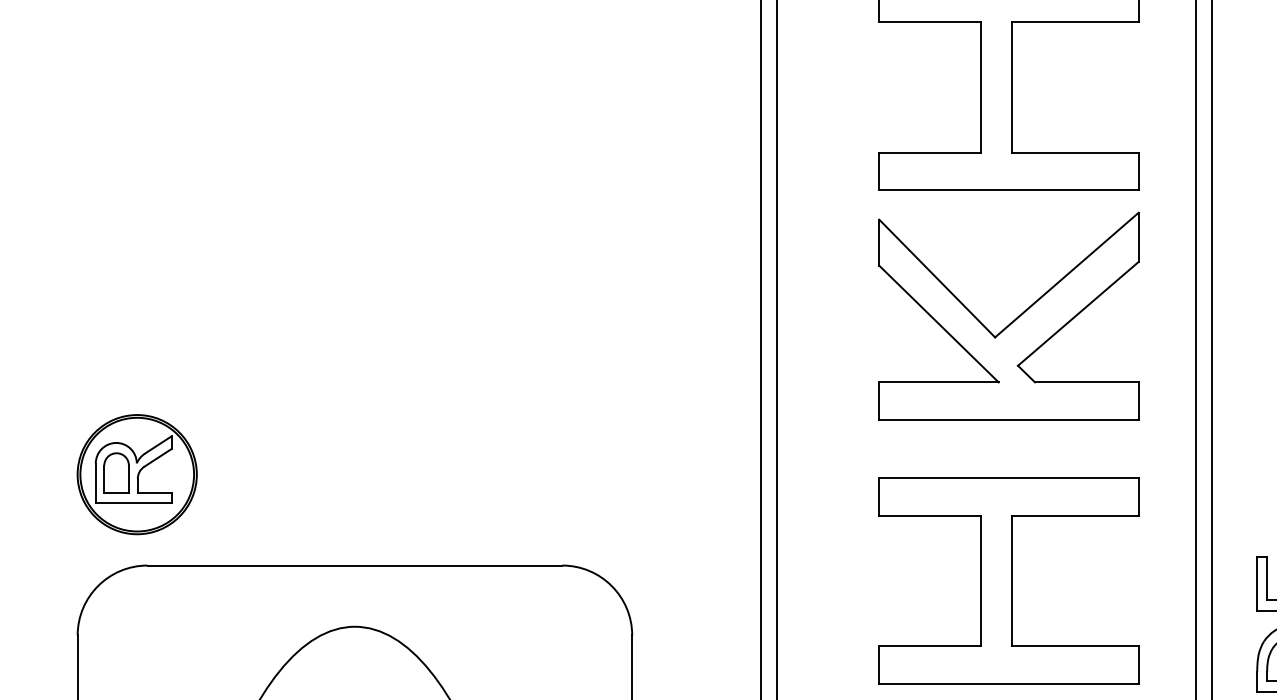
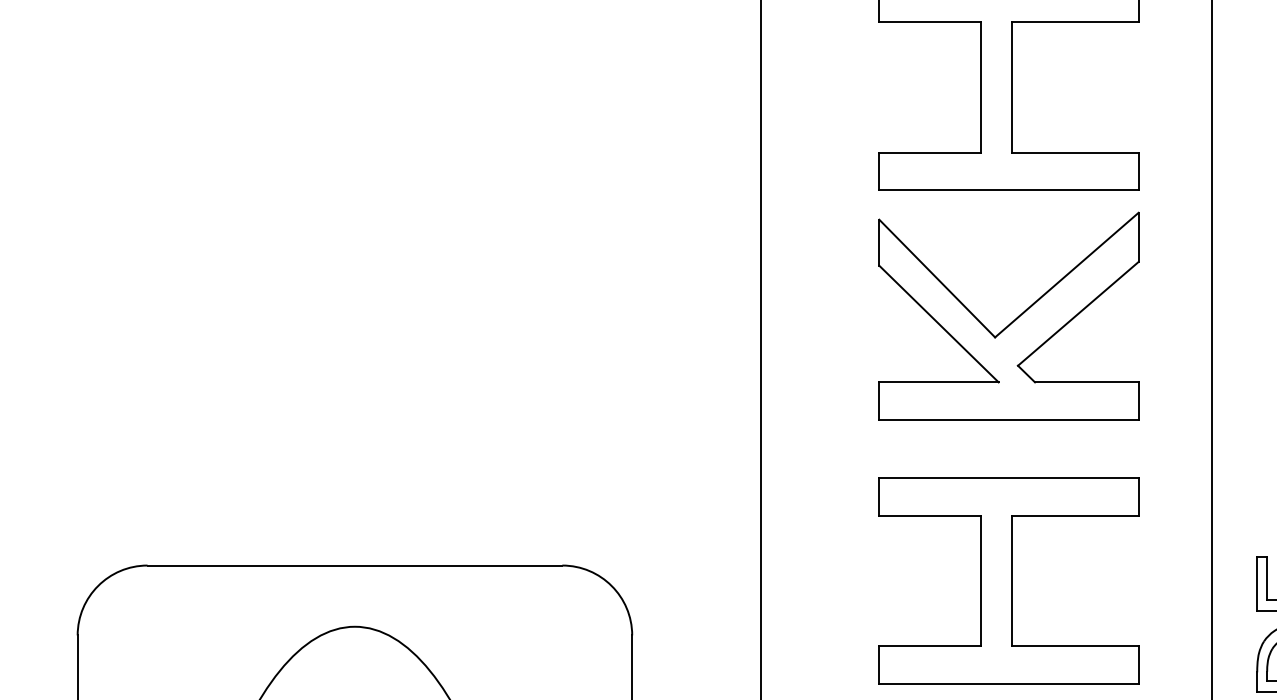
line at (776, 349): present -> none
line at (1196, 349): present -> none
part at (136, 474): present -> none
